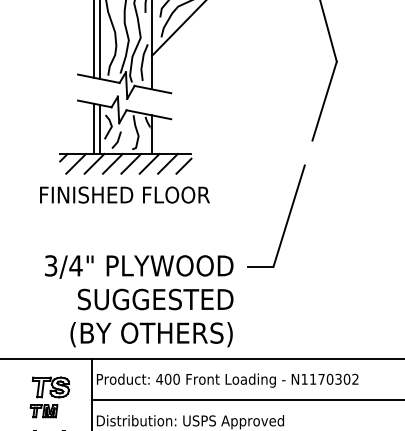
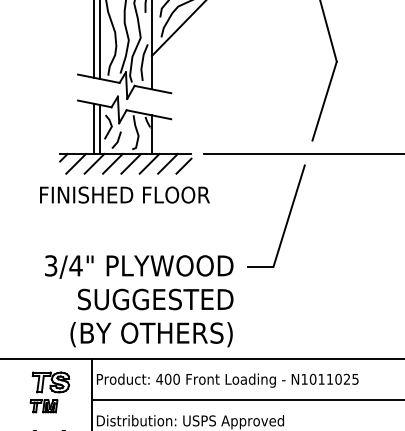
line at (302, 153): none -> present
text at (333, 378): N1170302 -> N1011025
part at (49, 397) position: (49, 397) -> (49, 392)
